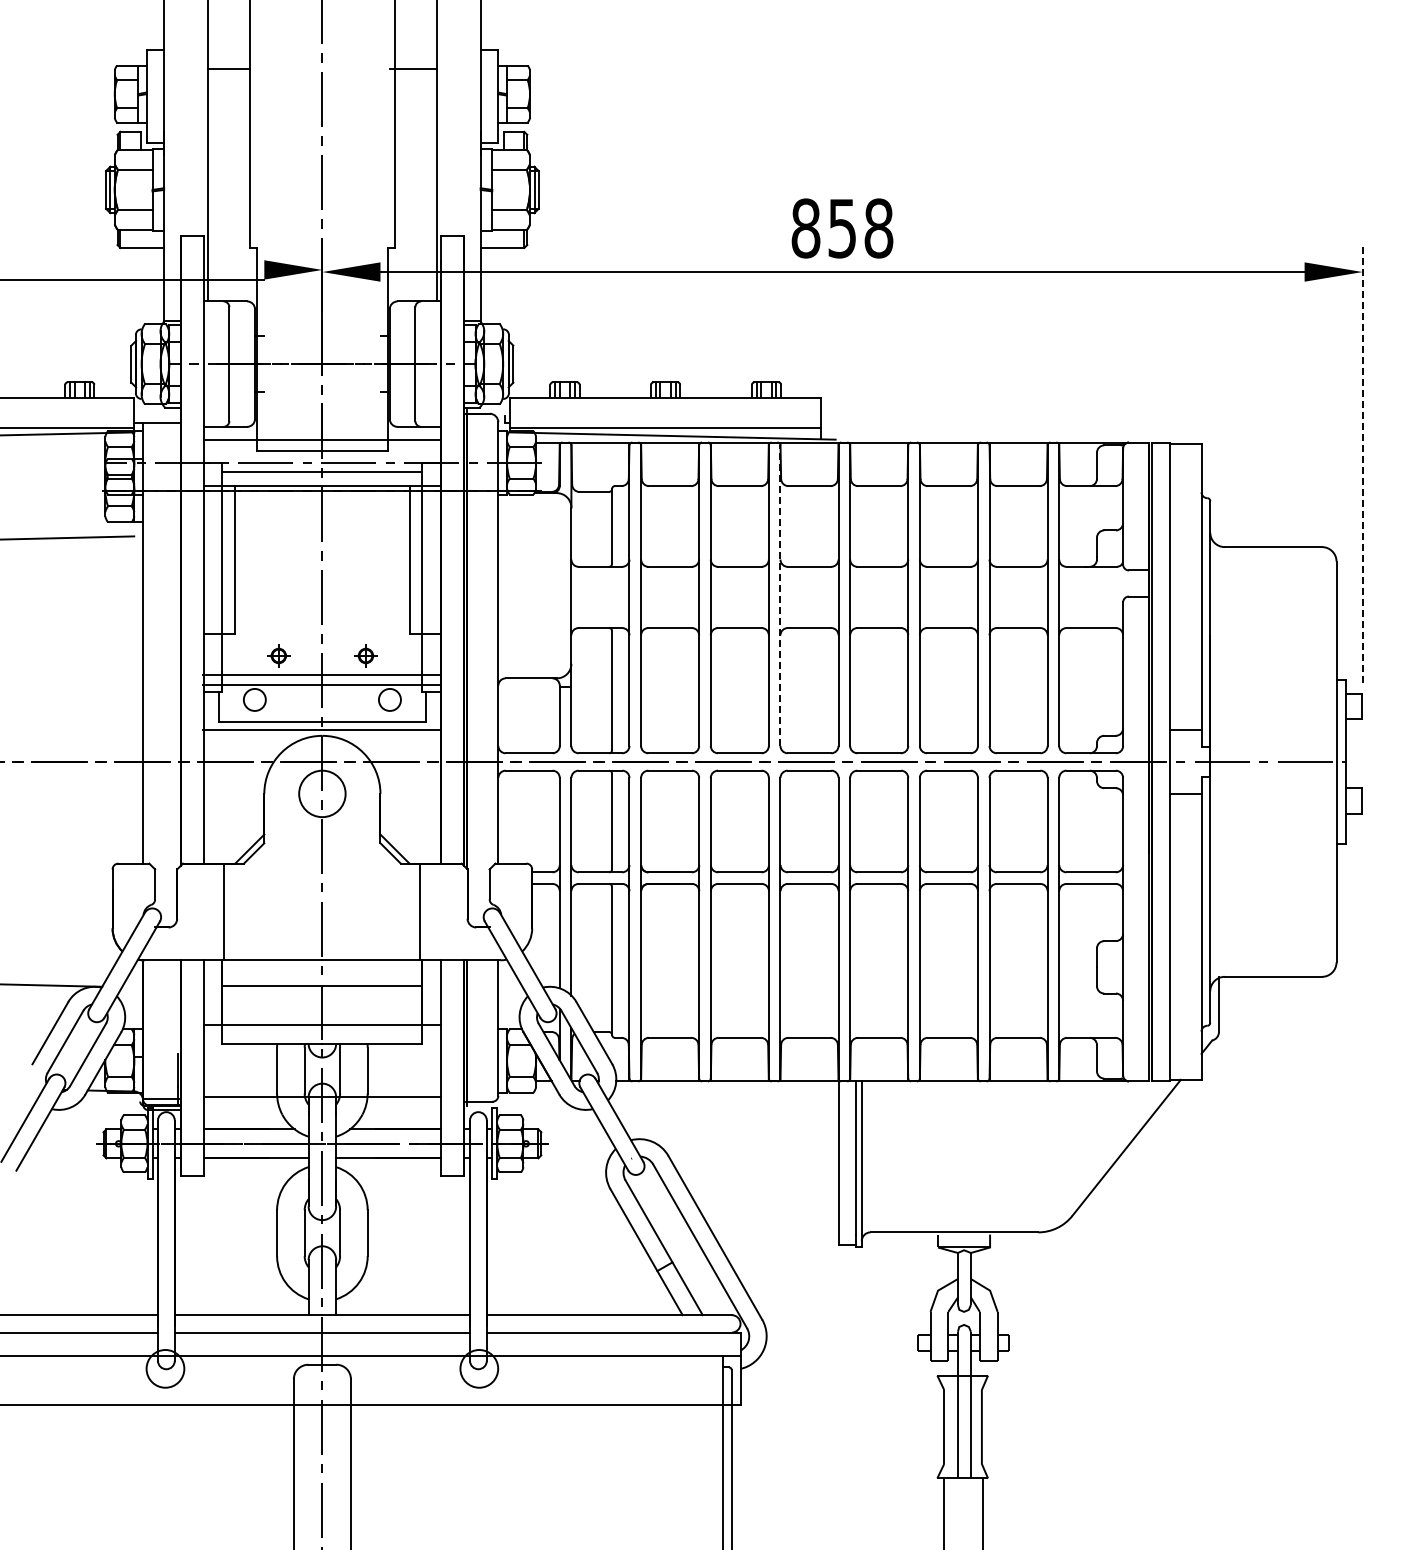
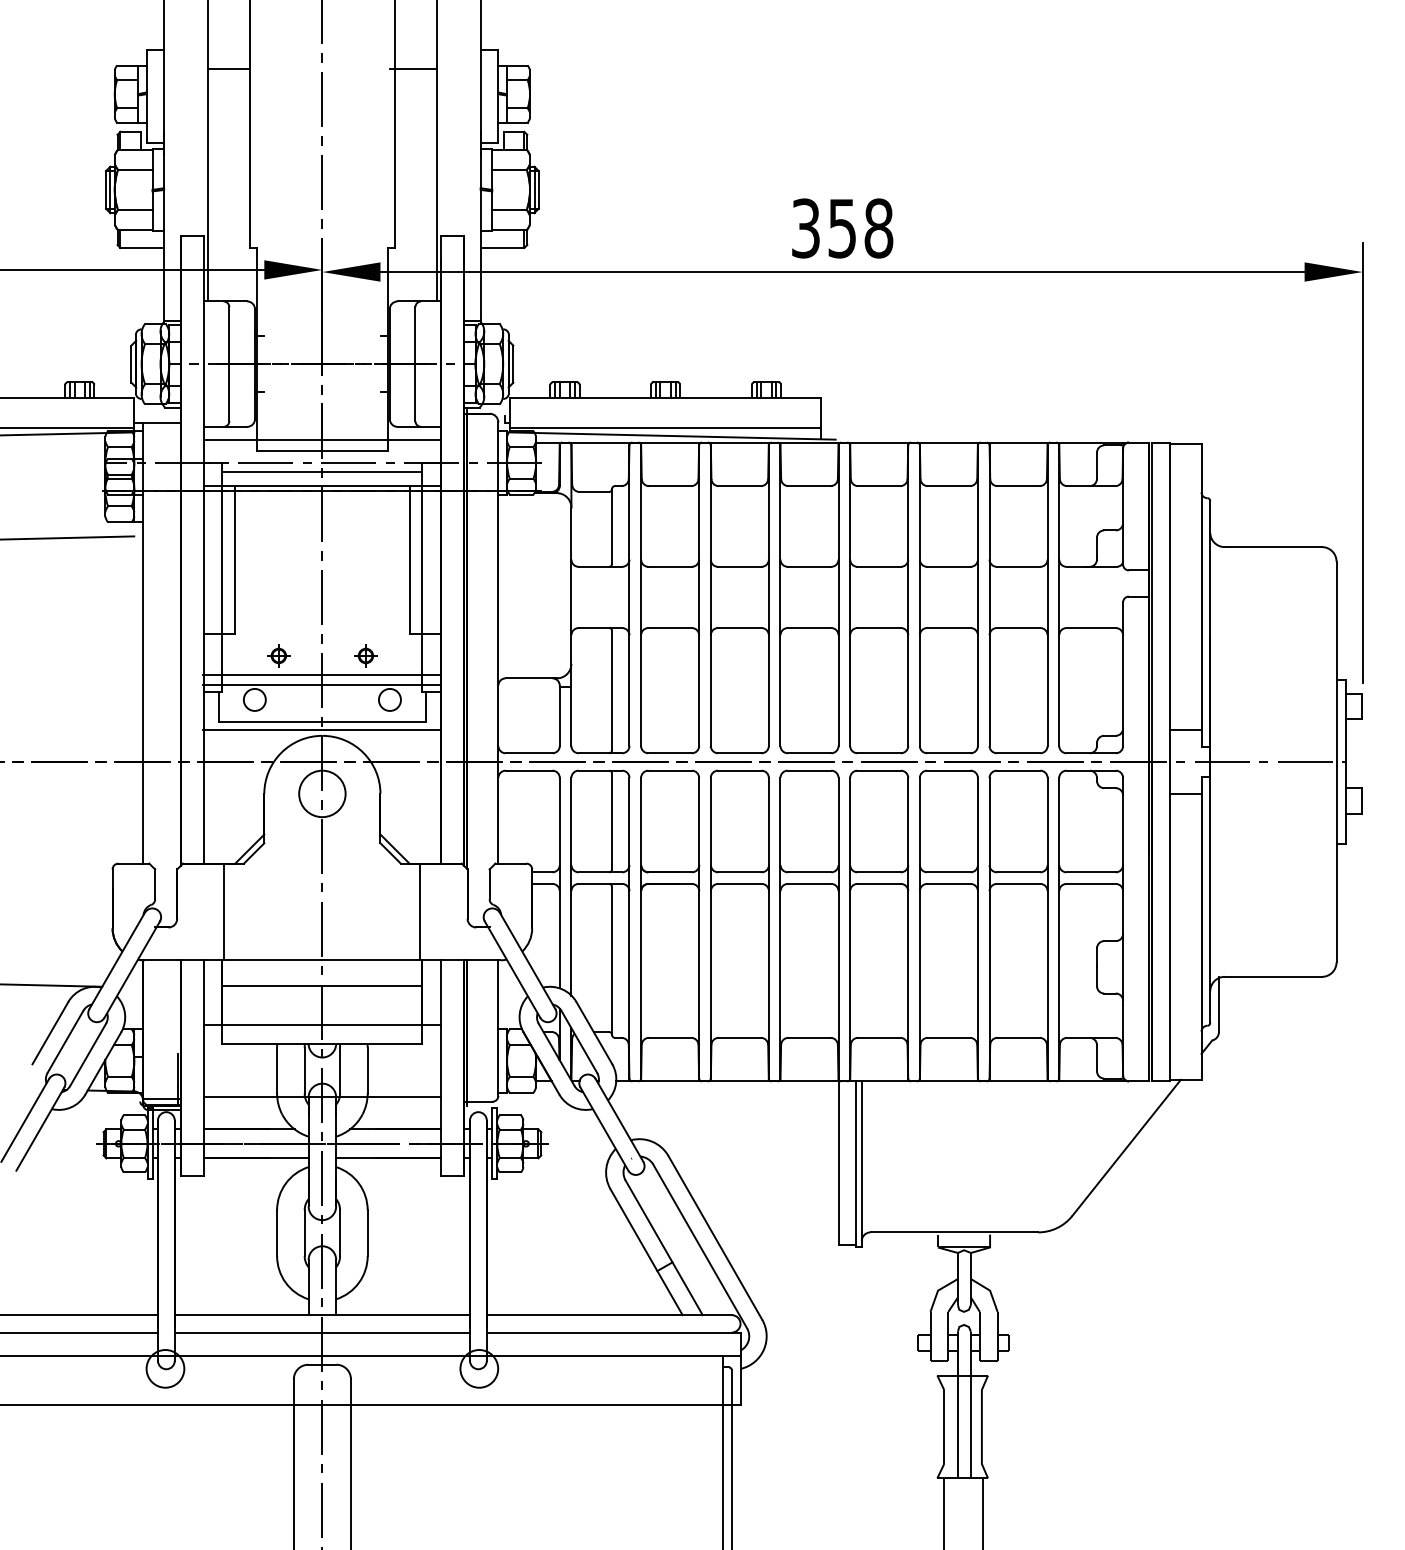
text at (805, 228): 858 -> 358
line at (133, 279) position: (133, 279) -> (133, 269)
line at (1362, 462): dashed -> solid
line at (780, 595): dashed -> solid
